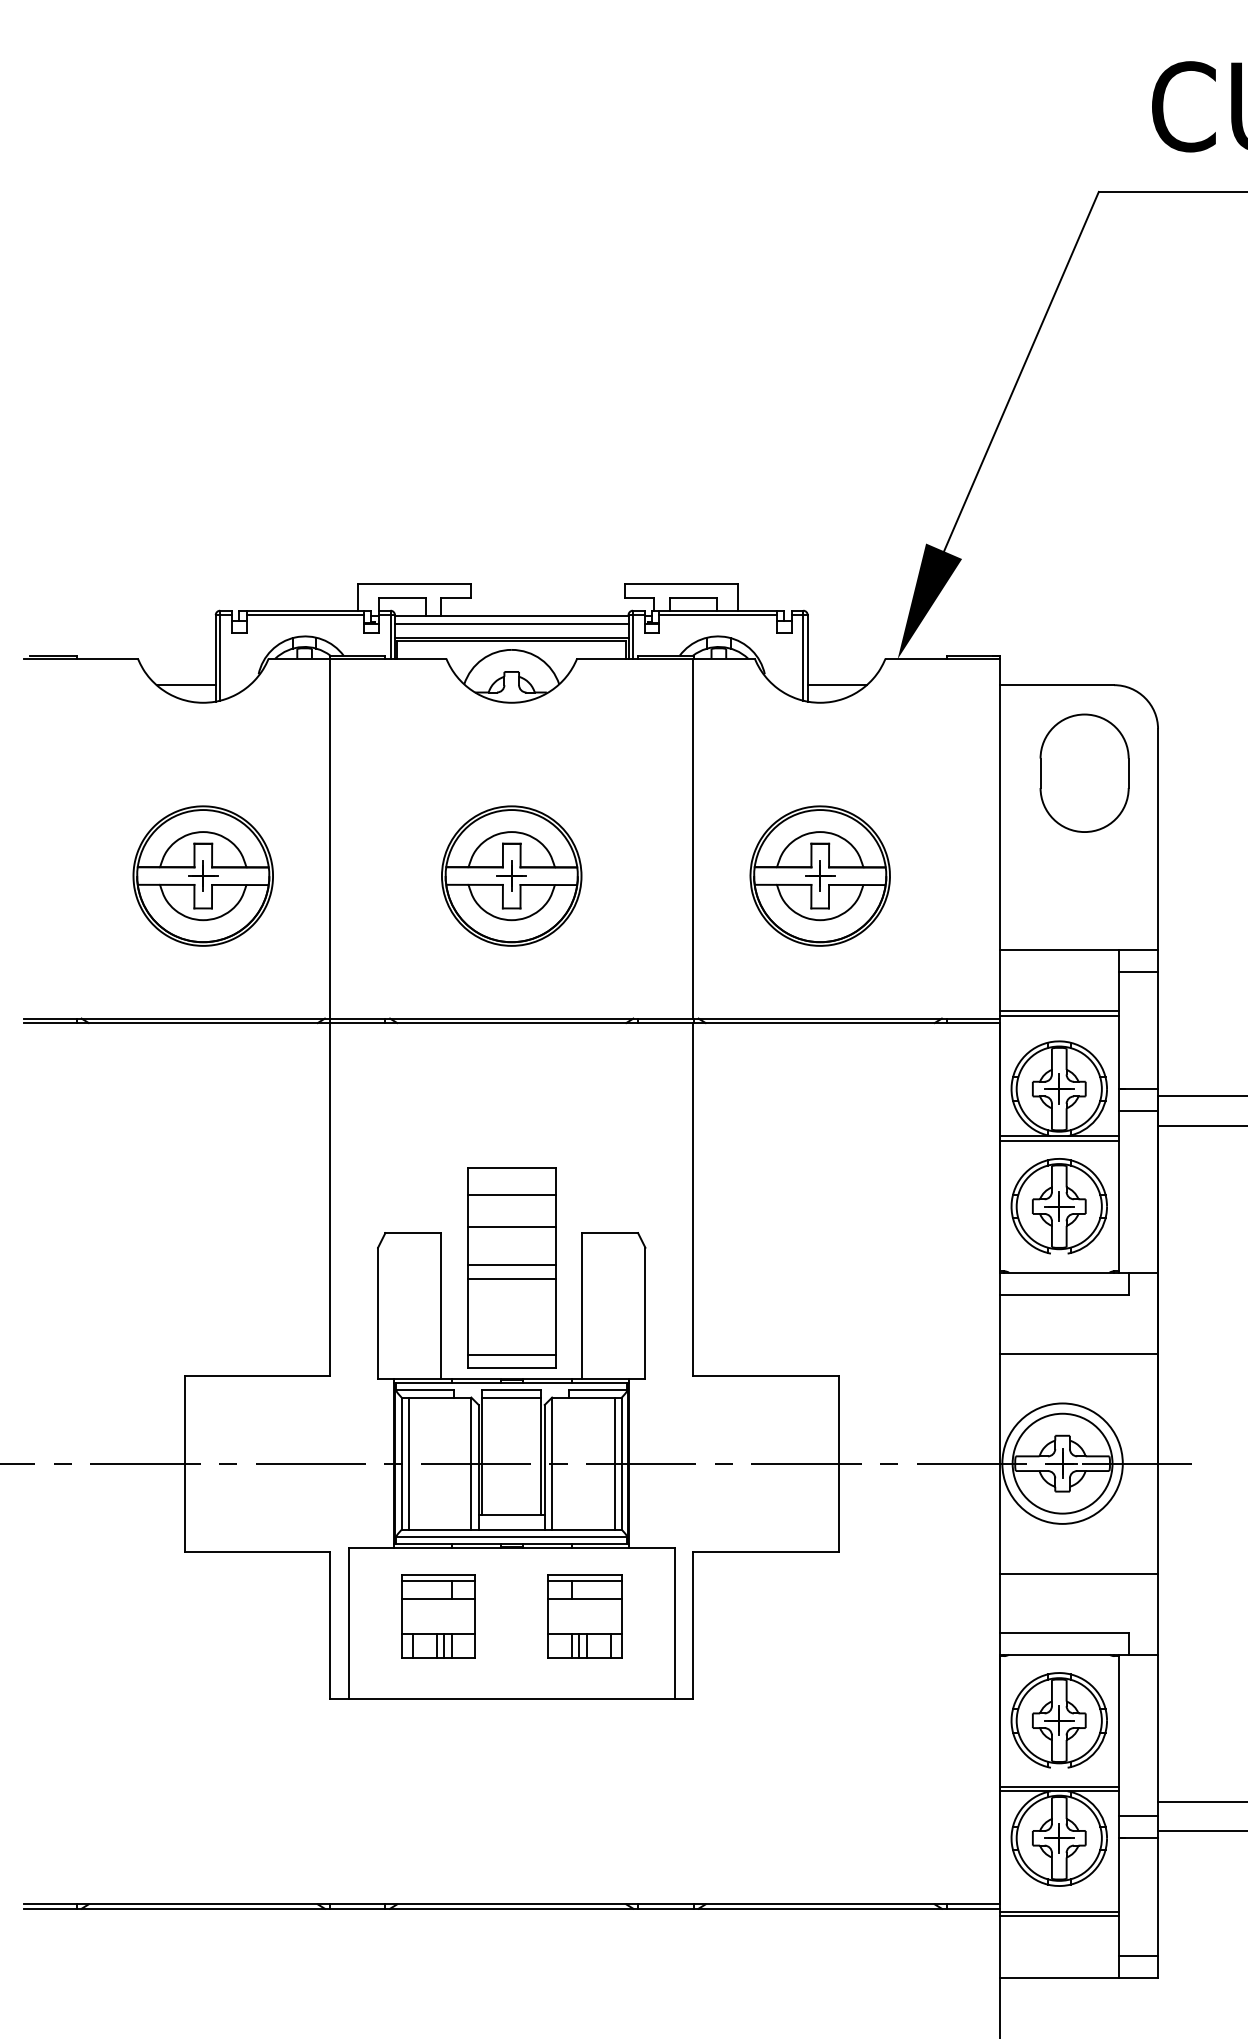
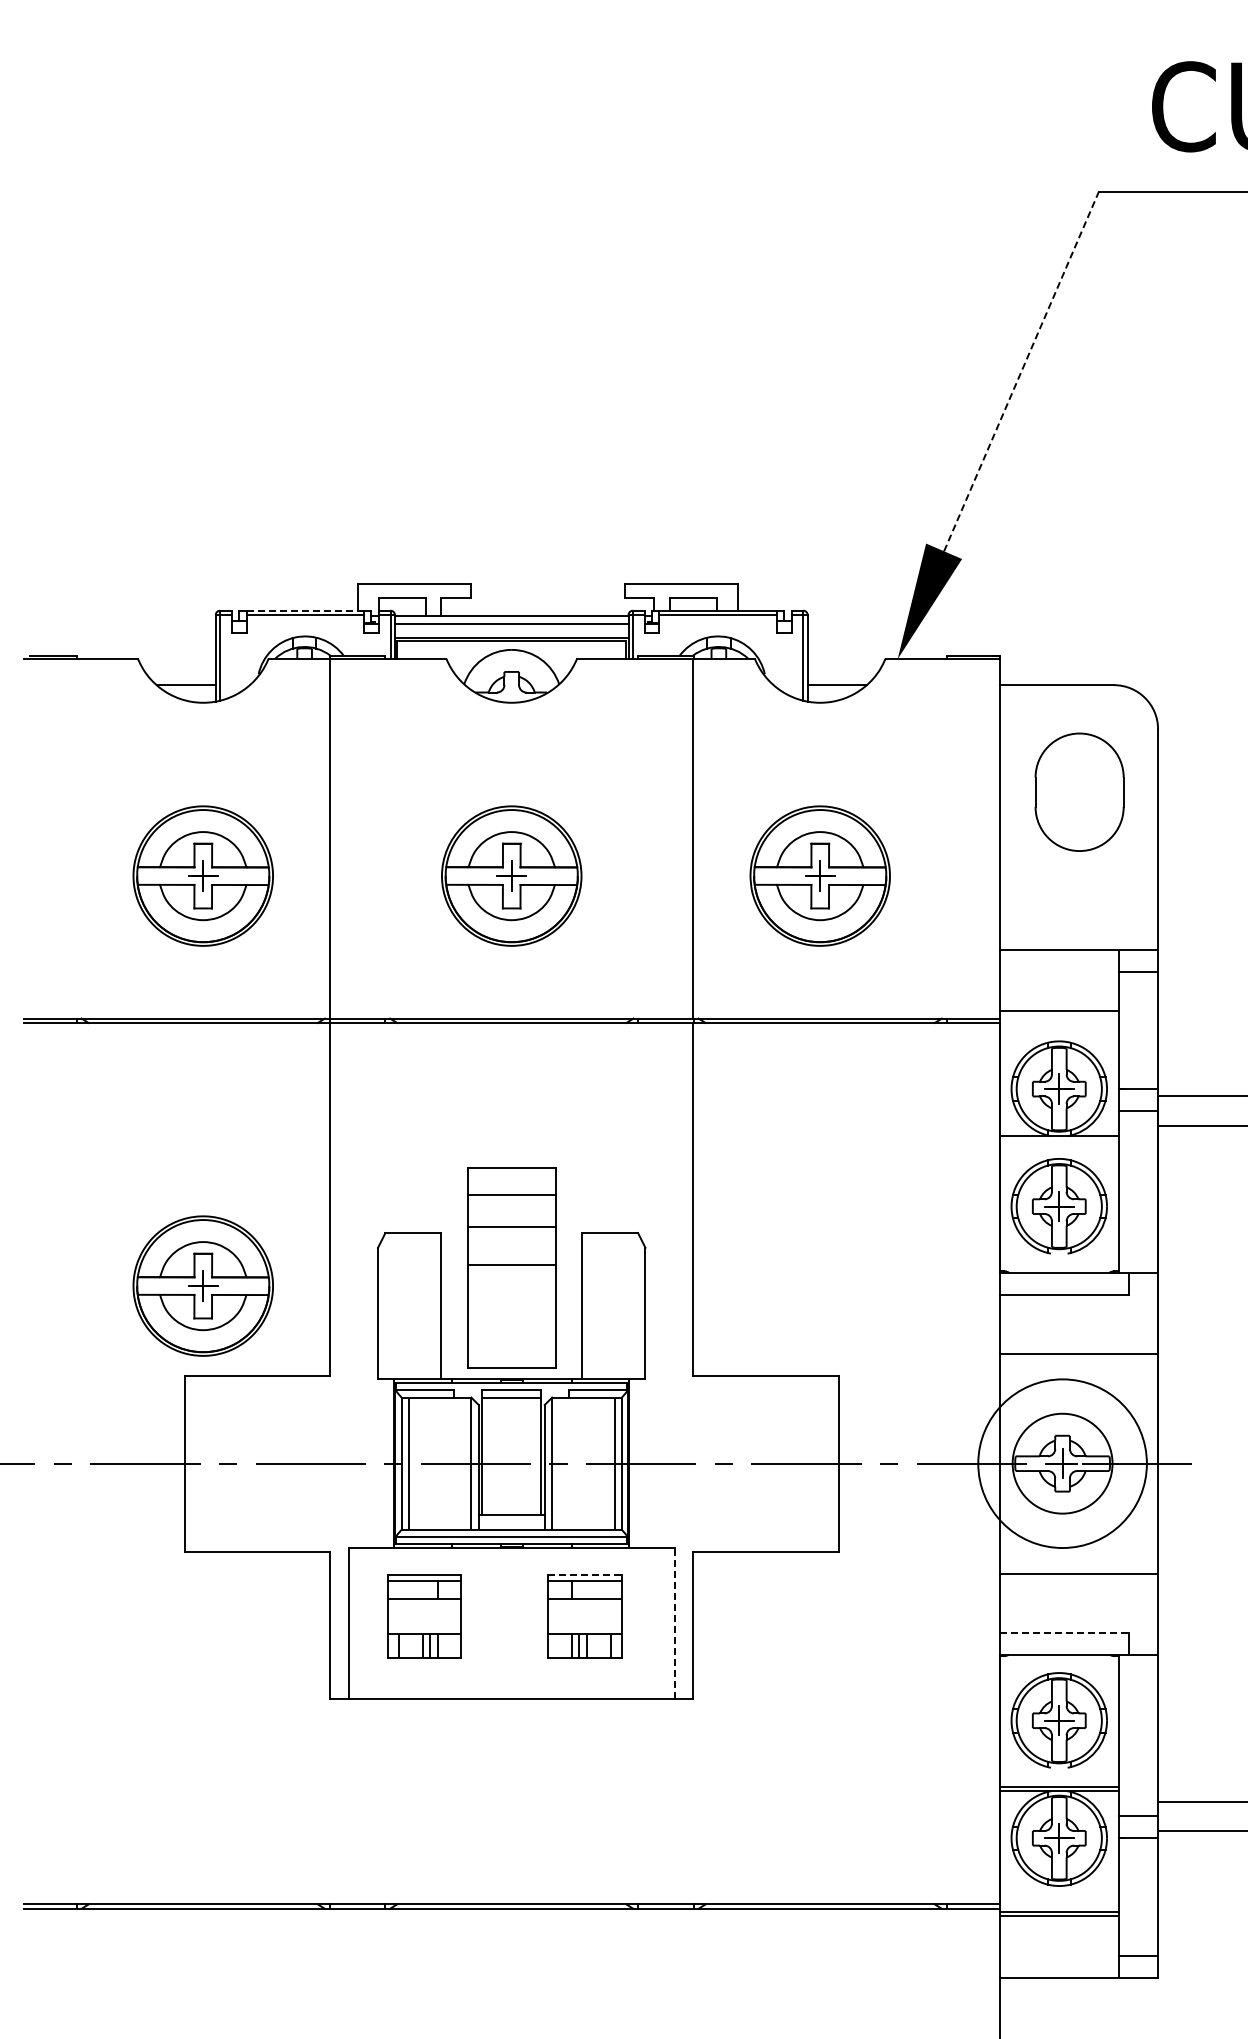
line at (1021, 371): solid -> dashed
line at (305, 610): solid -> dashed
part at (1084, 772) position: (1084, 772) -> (1079, 791)
line at (1058, 1015): present -> none
line at (1058, 1140): present -> none
line at (511, 1278): present -> none
part at (202, 1285): none -> present
line at (511, 1355): present -> none
circle at (1062, 1463) diameter: 120 px -> 169 px
line at (585, 1575): solid -> dashed
part at (438, 1616) position: (438, 1616) -> (424, 1616)
line at (674, 1622): solid -> dashed
line at (1064, 1632): solid -> dashed
